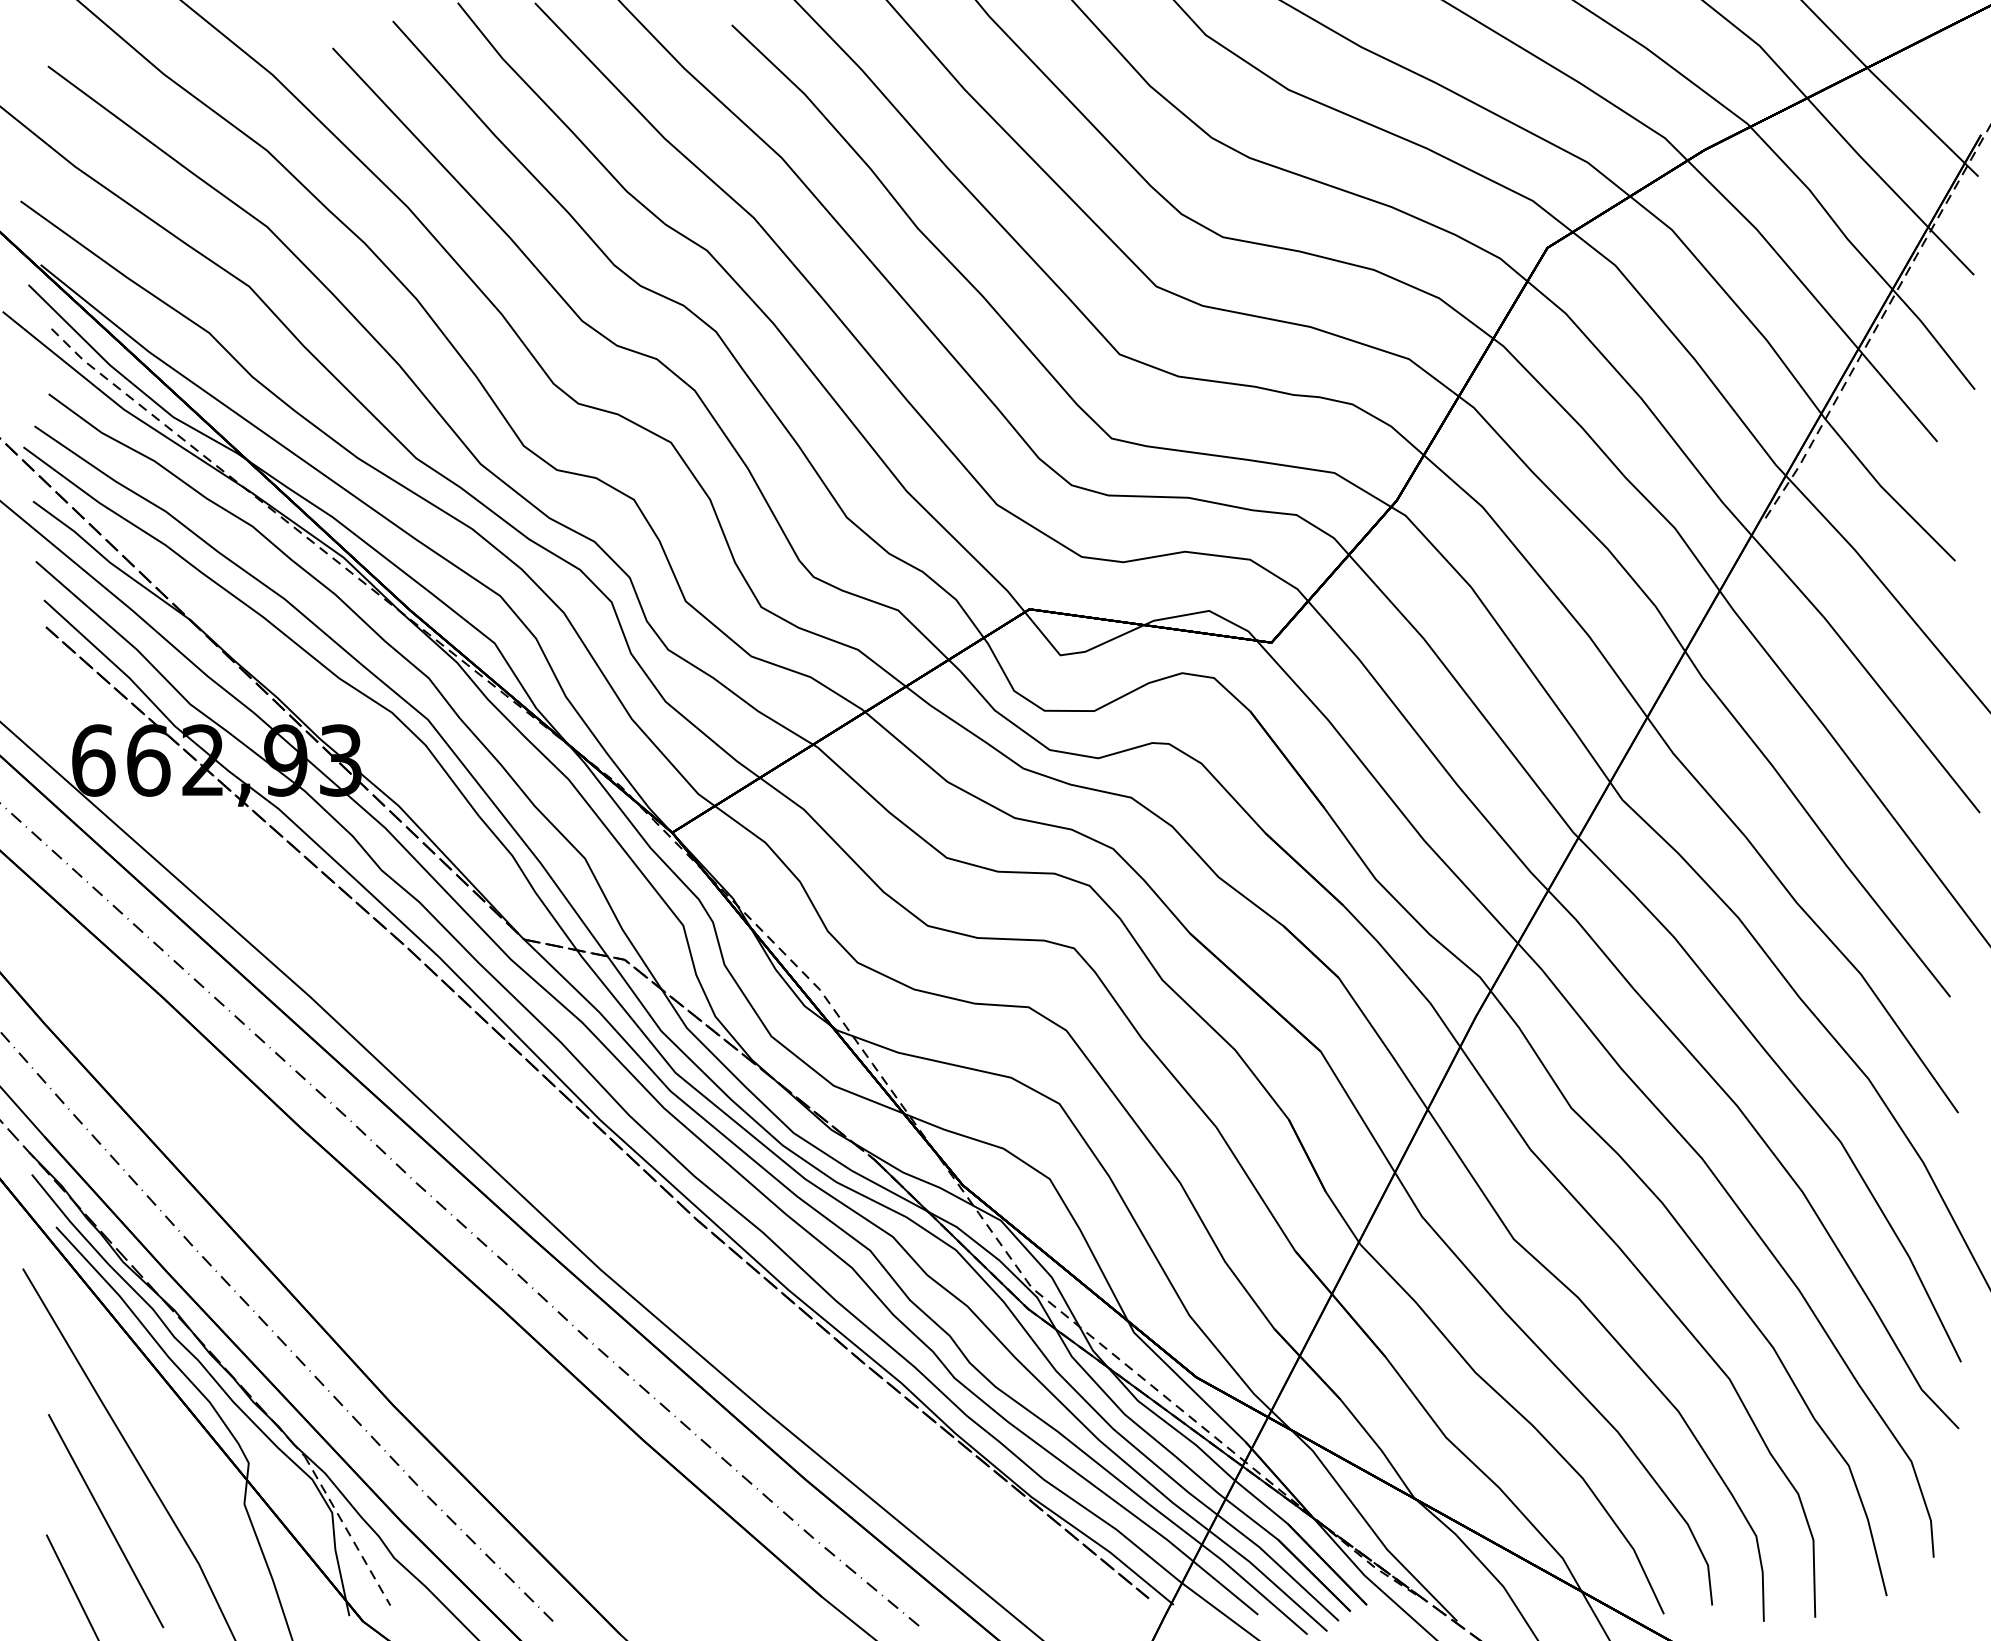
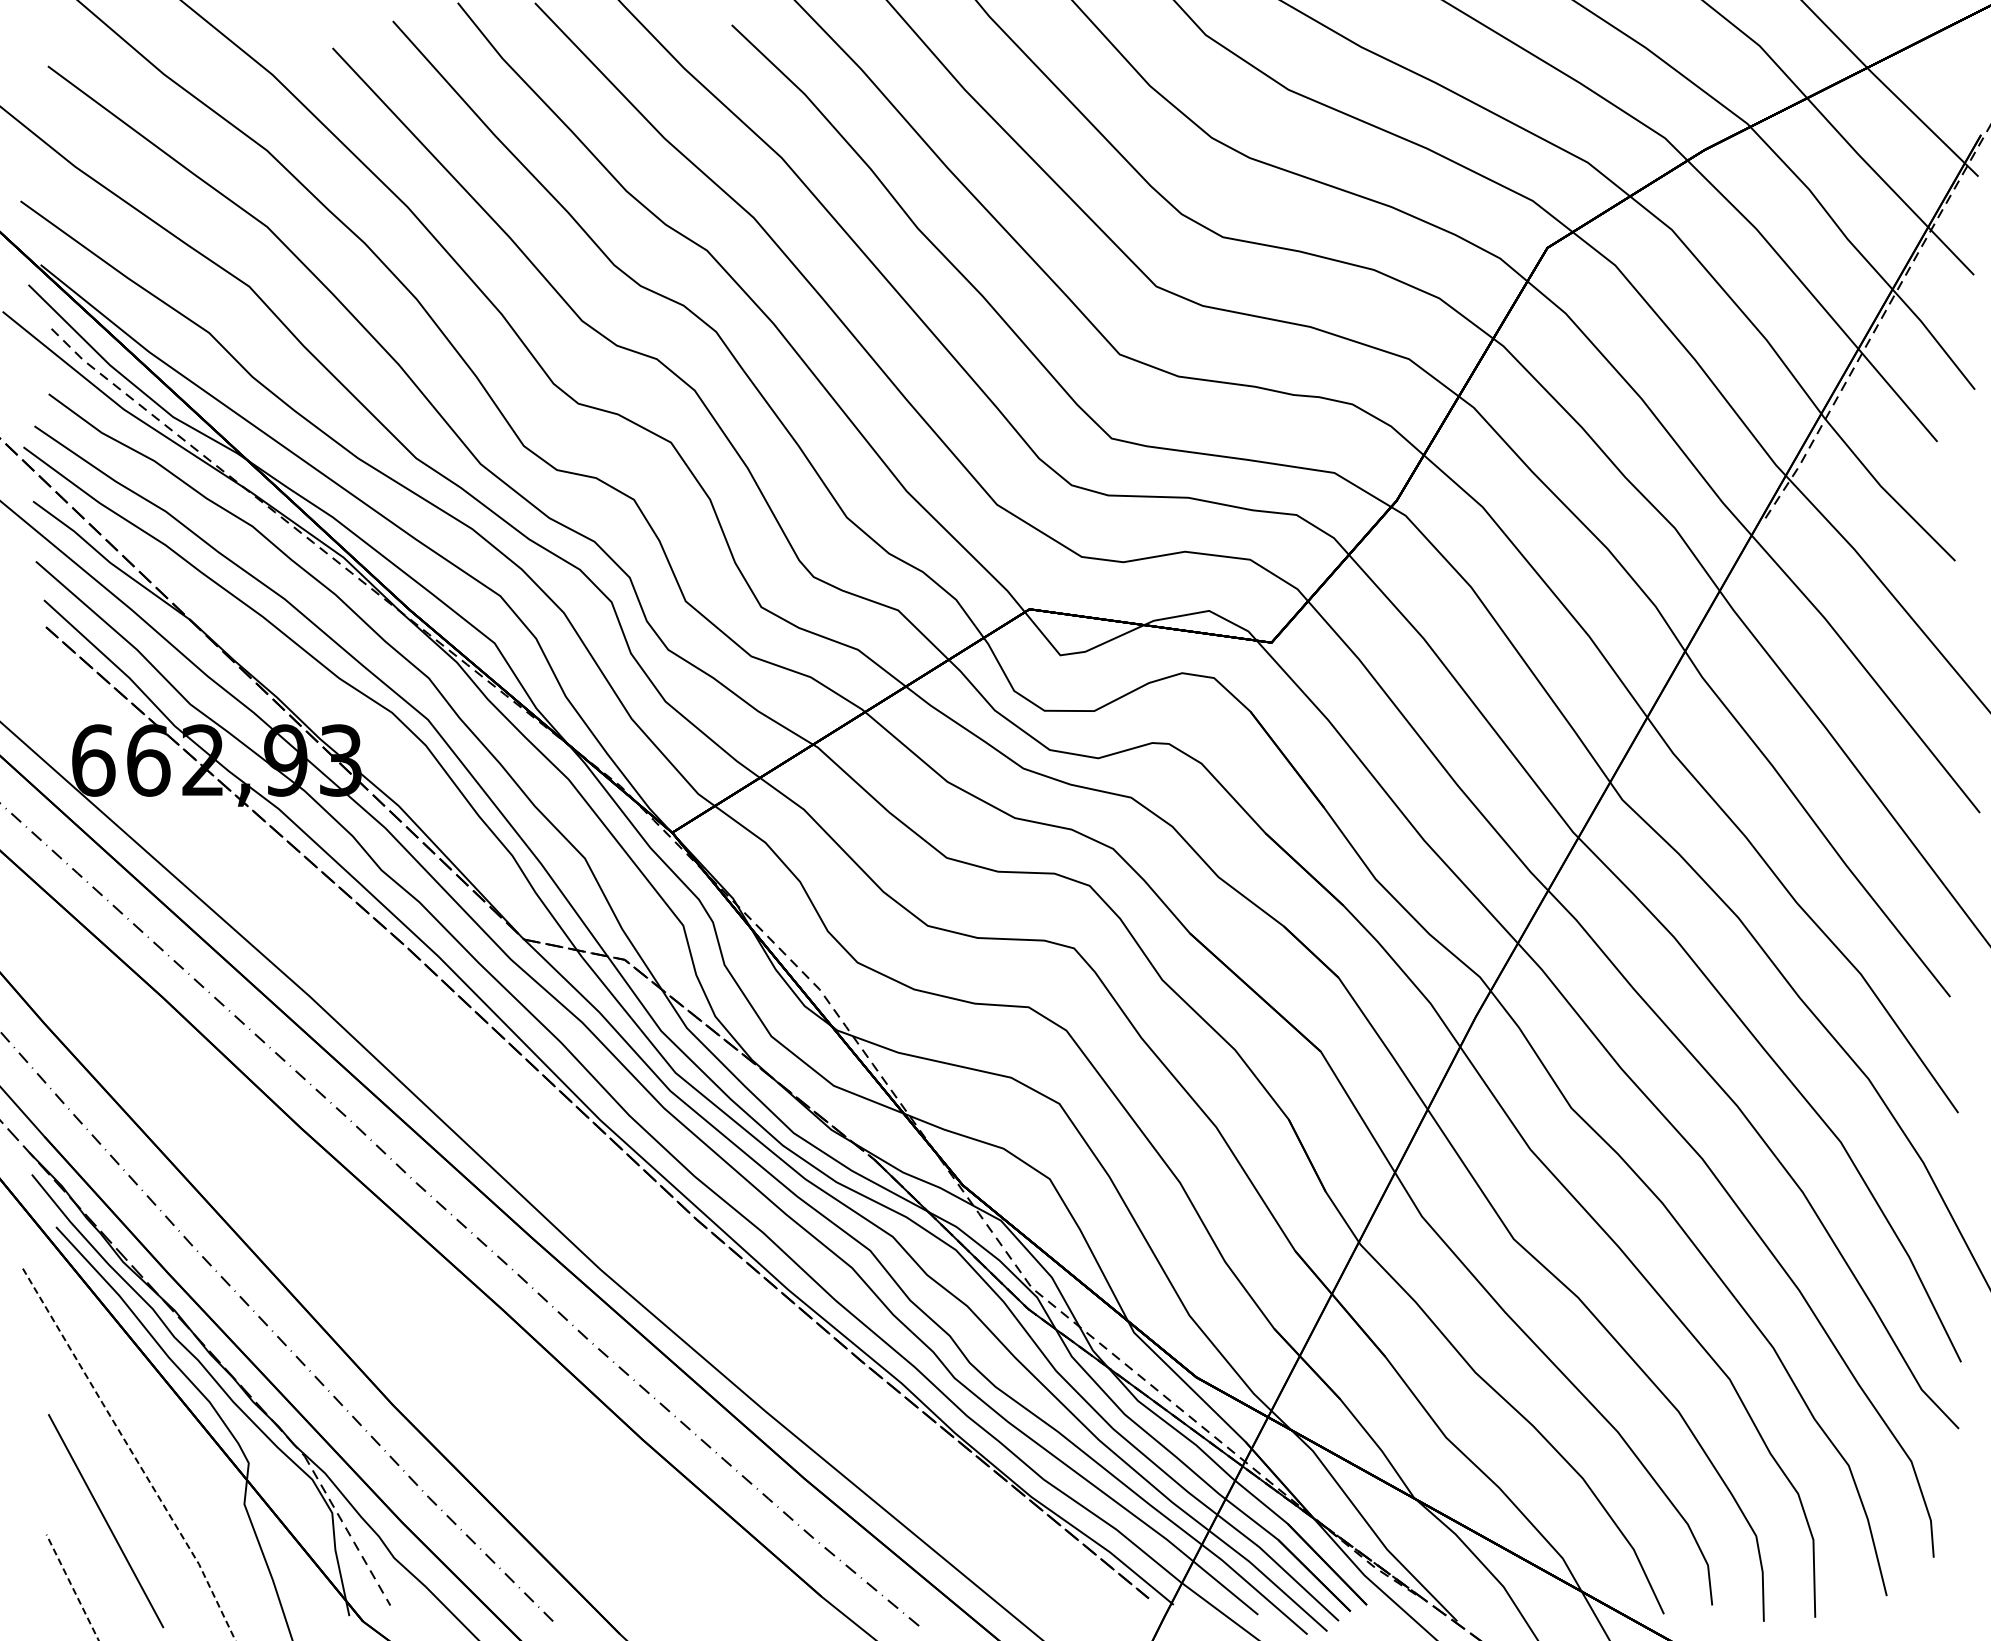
line at (132, 1452): solid -> dashed
line at (72, 1587): solid -> dashed
